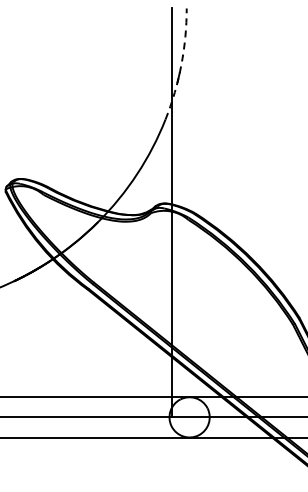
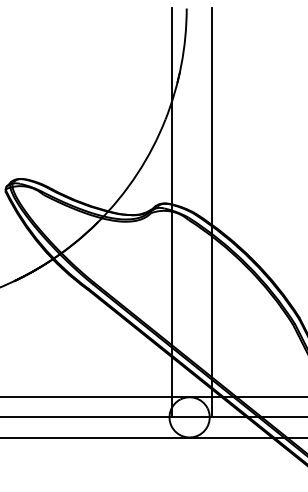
arc at (181, 65): dashed -> solid
line at (211, 212): none -> present
